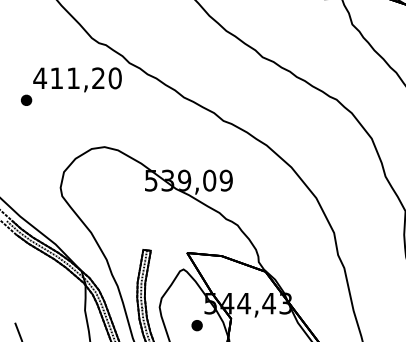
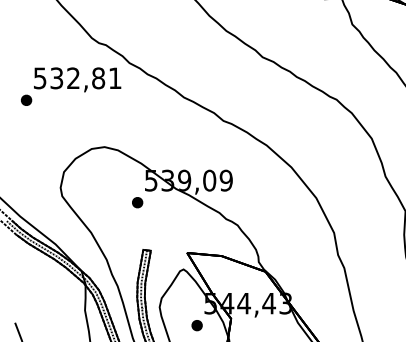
text at (77, 78): 411,20 -> 532,81
part at (137, 202): none -> present
